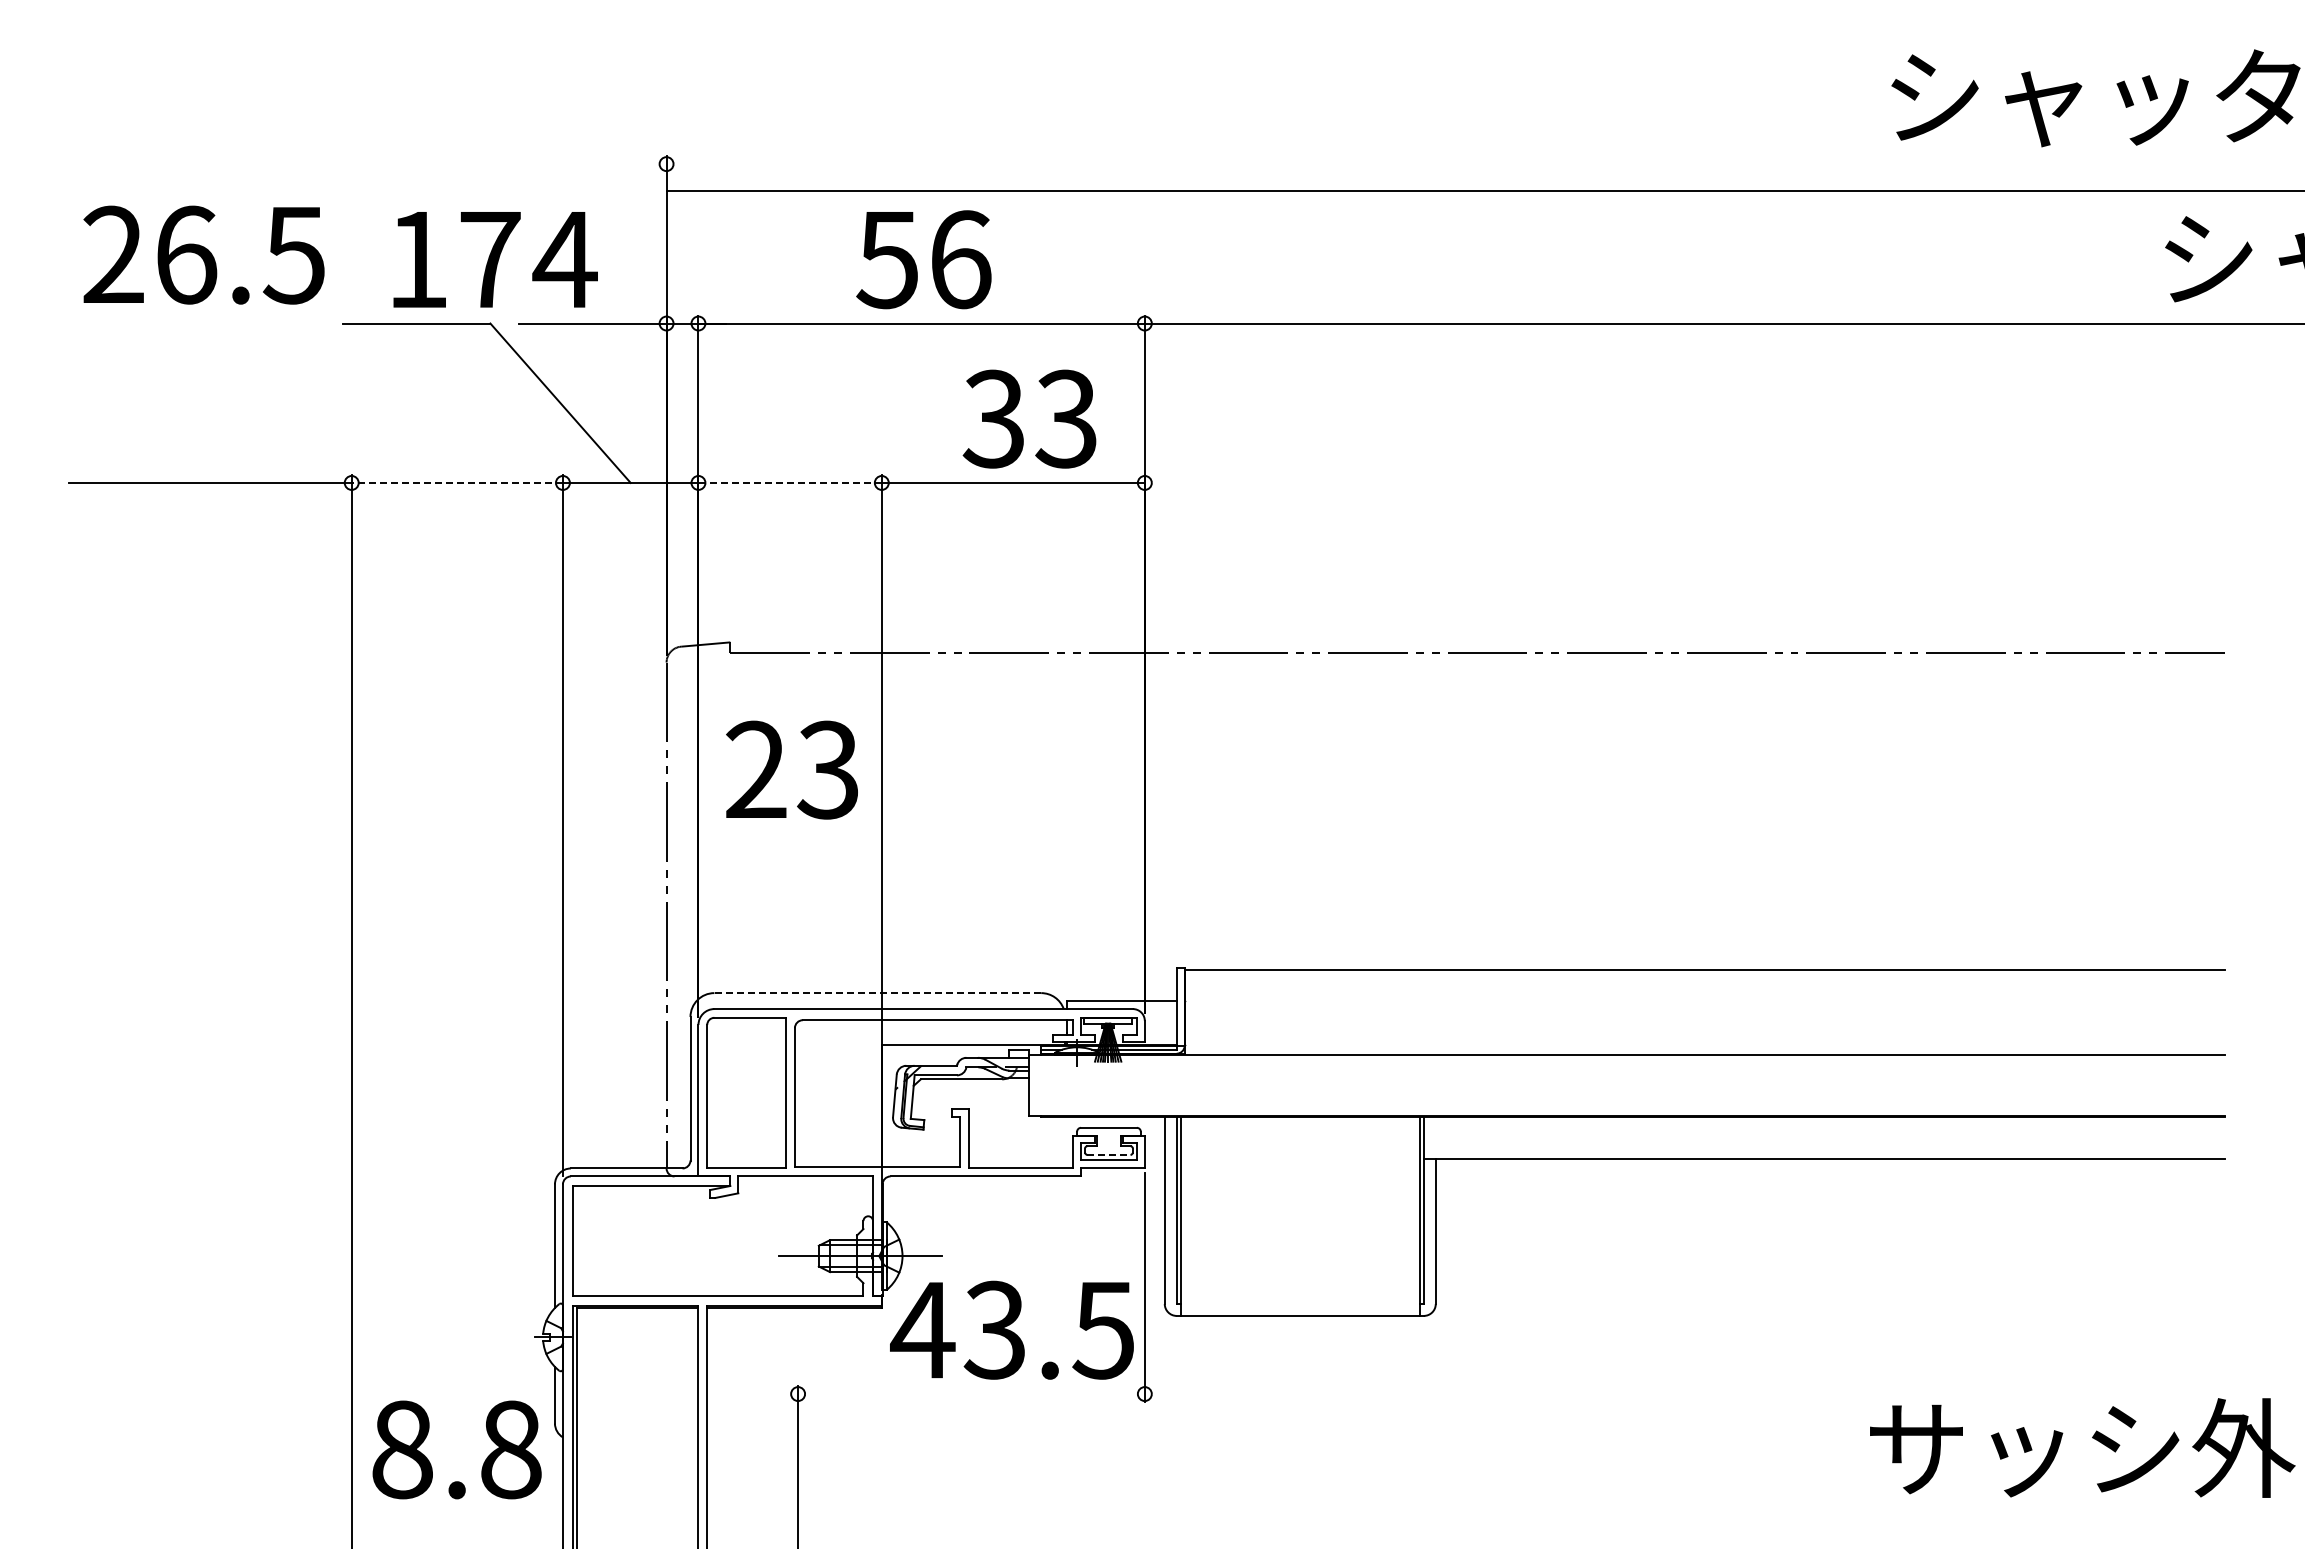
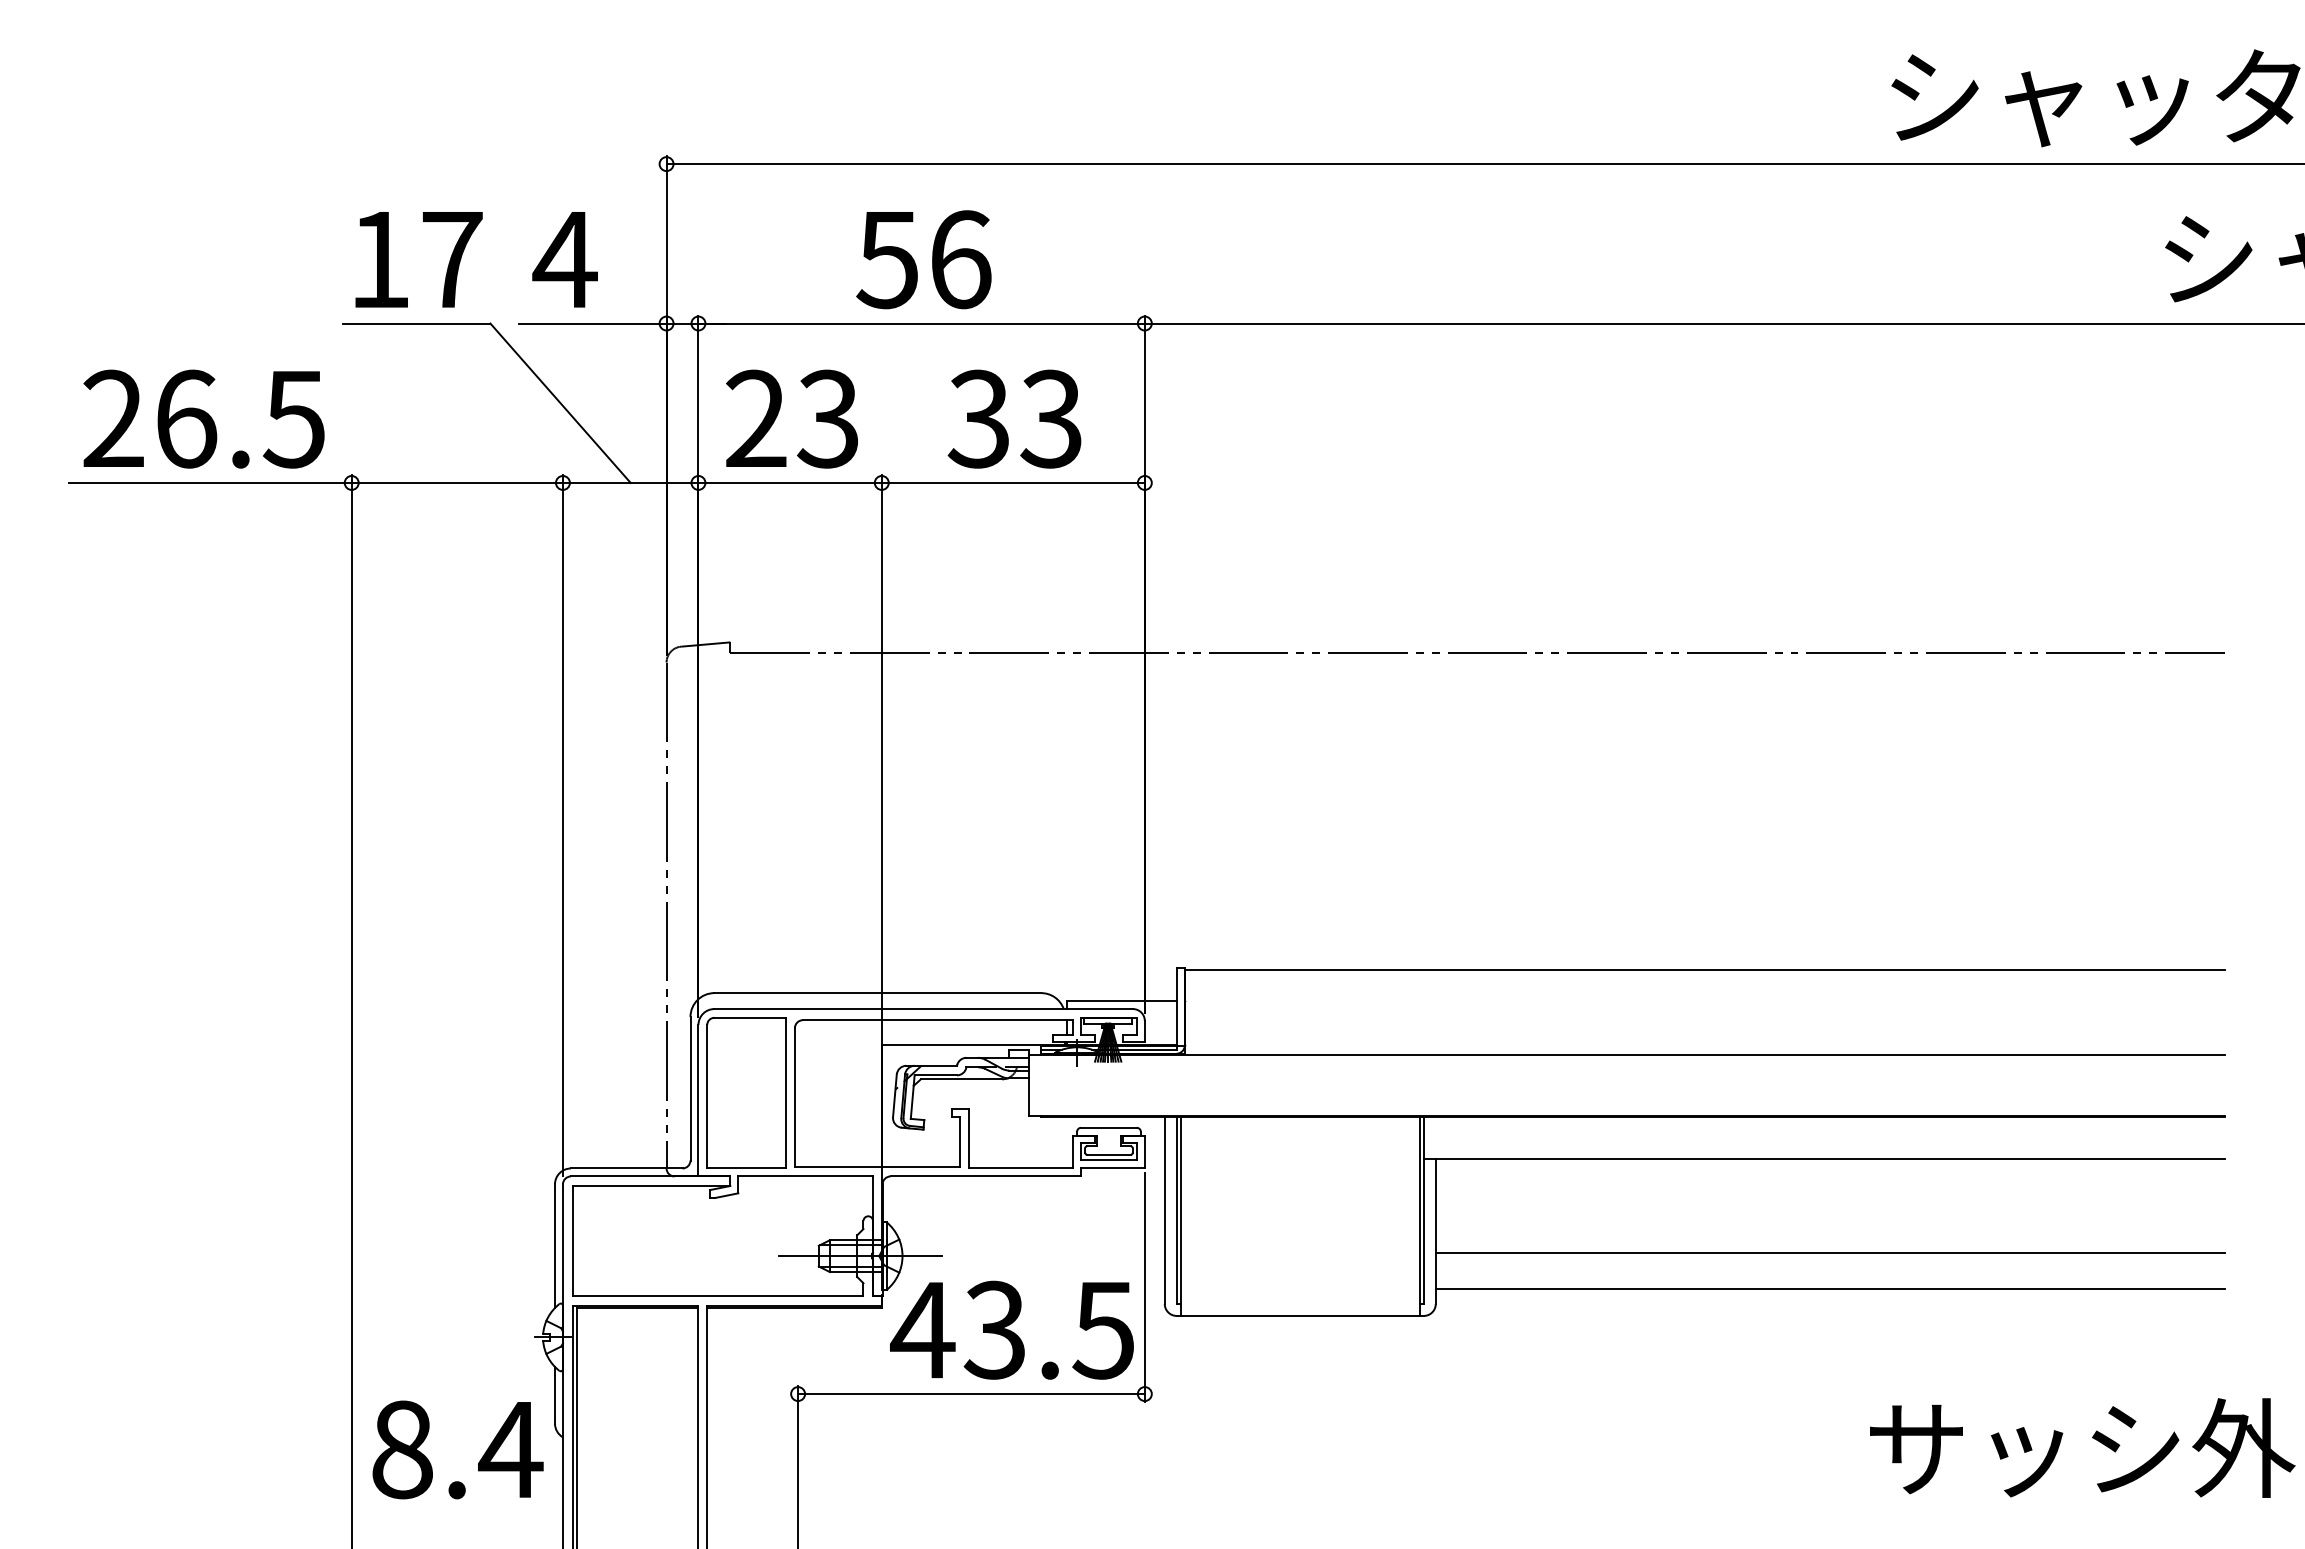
line at (1483, 191) position: (1483, 191) -> (1483, 164)
text at (203, 254) position: (203, 254) -> (203, 418)
text at (456, 259) position: (456, 259) -> (418, 259)
text at (1029, 418) position: (1029, 418) -> (1014, 418)
line at (457, 482): dashed -> solid
line at (790, 482): dashed -> solid
text at (791, 769) position: (791, 769) -> (791, 418)
line at (877, 993): dashed -> solid
line at (1108, 1154): dashed -> solid
line at (1829, 1252): none -> present
line at (1829, 1288): none -> present
line at (971, 1394): none -> present
text at (510, 1449): 8.8 -> 8.4
